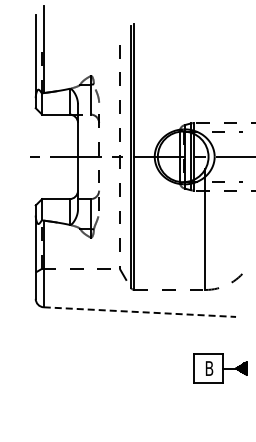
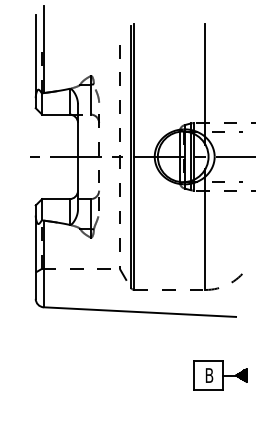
line at (205, 83): none -> present
line at (140, 312): dashed -> solid
part at (220, 368) position: (220, 368) -> (220, 375)
